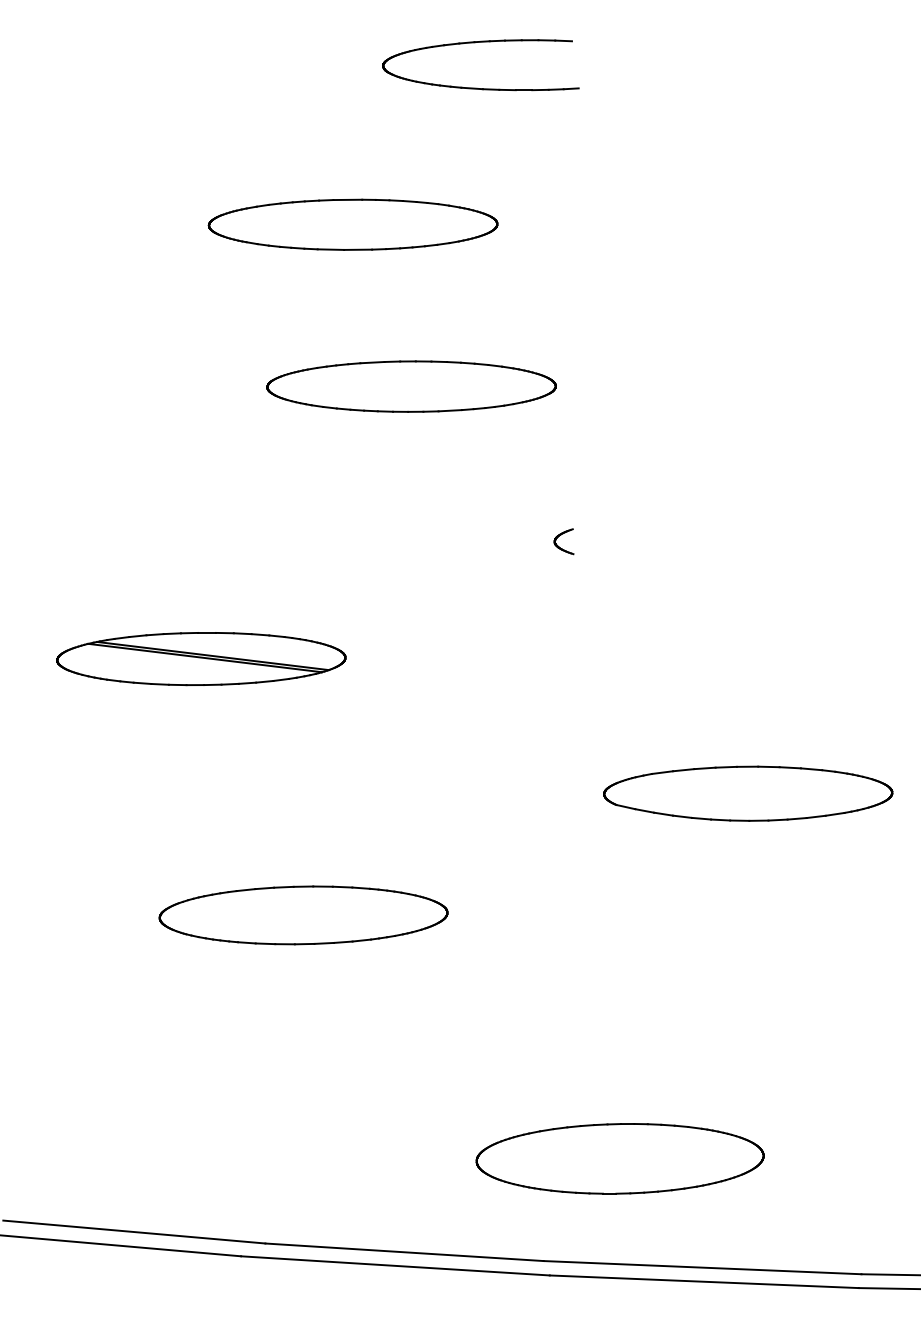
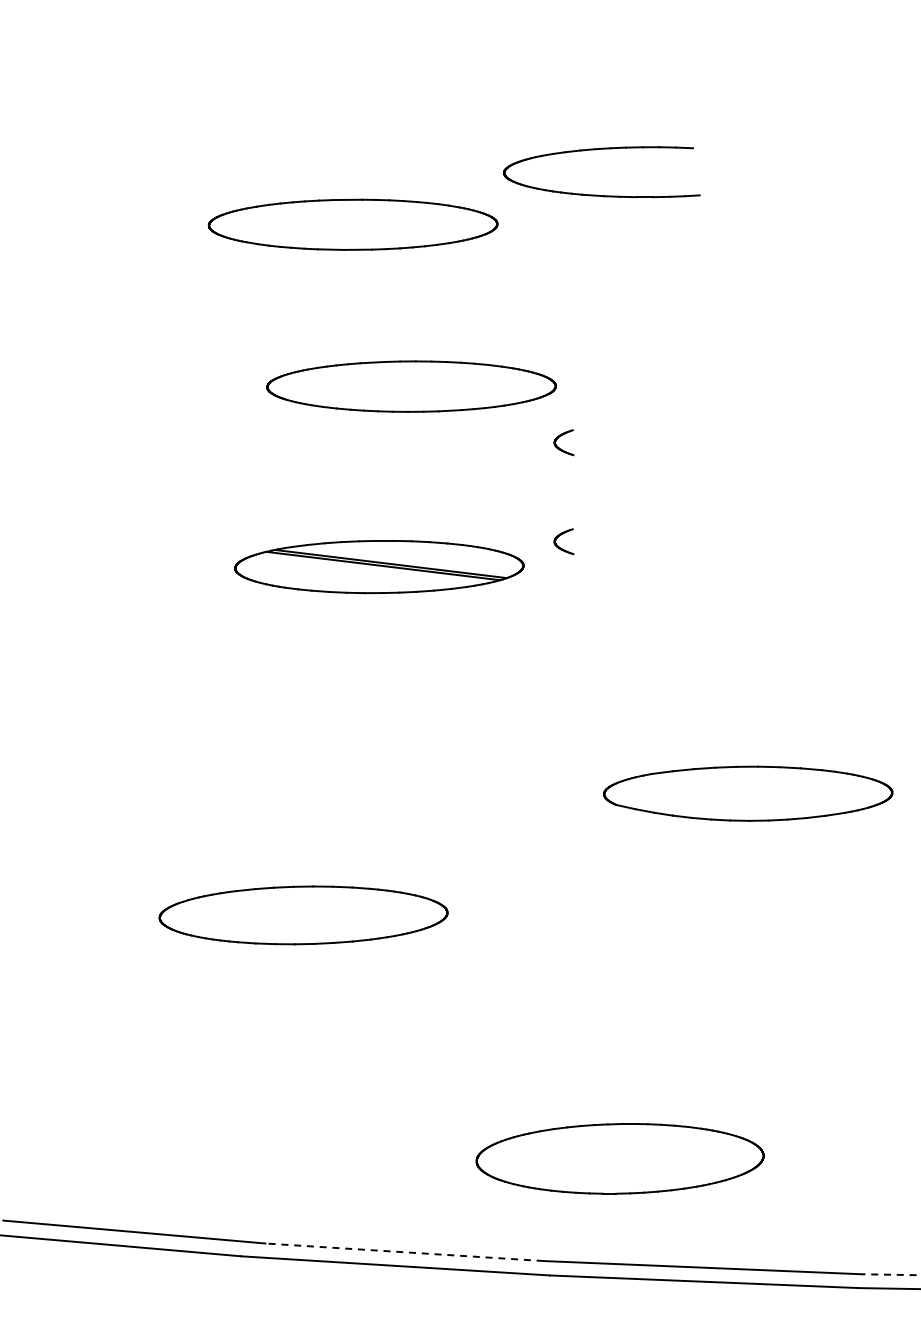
part at (477, 87) position: (477, 87) -> (598, 194)
part at (561, 436): none -> present
part at (201, 659) position: (201, 659) -> (379, 567)
line at (404, 1252): solid -> dashed
line at (890, 1274): solid -> dashed
